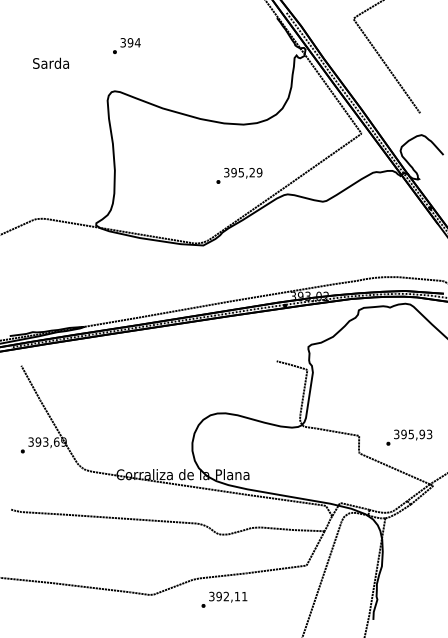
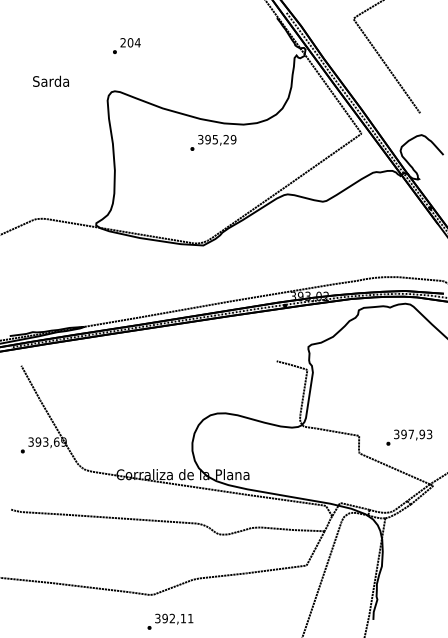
text at (126, 42): 394 -> 204
text at (50, 62) position: (50, 62) -> (50, 80)
text at (239, 175) position: (239, 175) -> (213, 142)
text at (410, 434): 395,93 -> 397,93
text at (224, 599) position: (224, 599) -> (170, 621)
